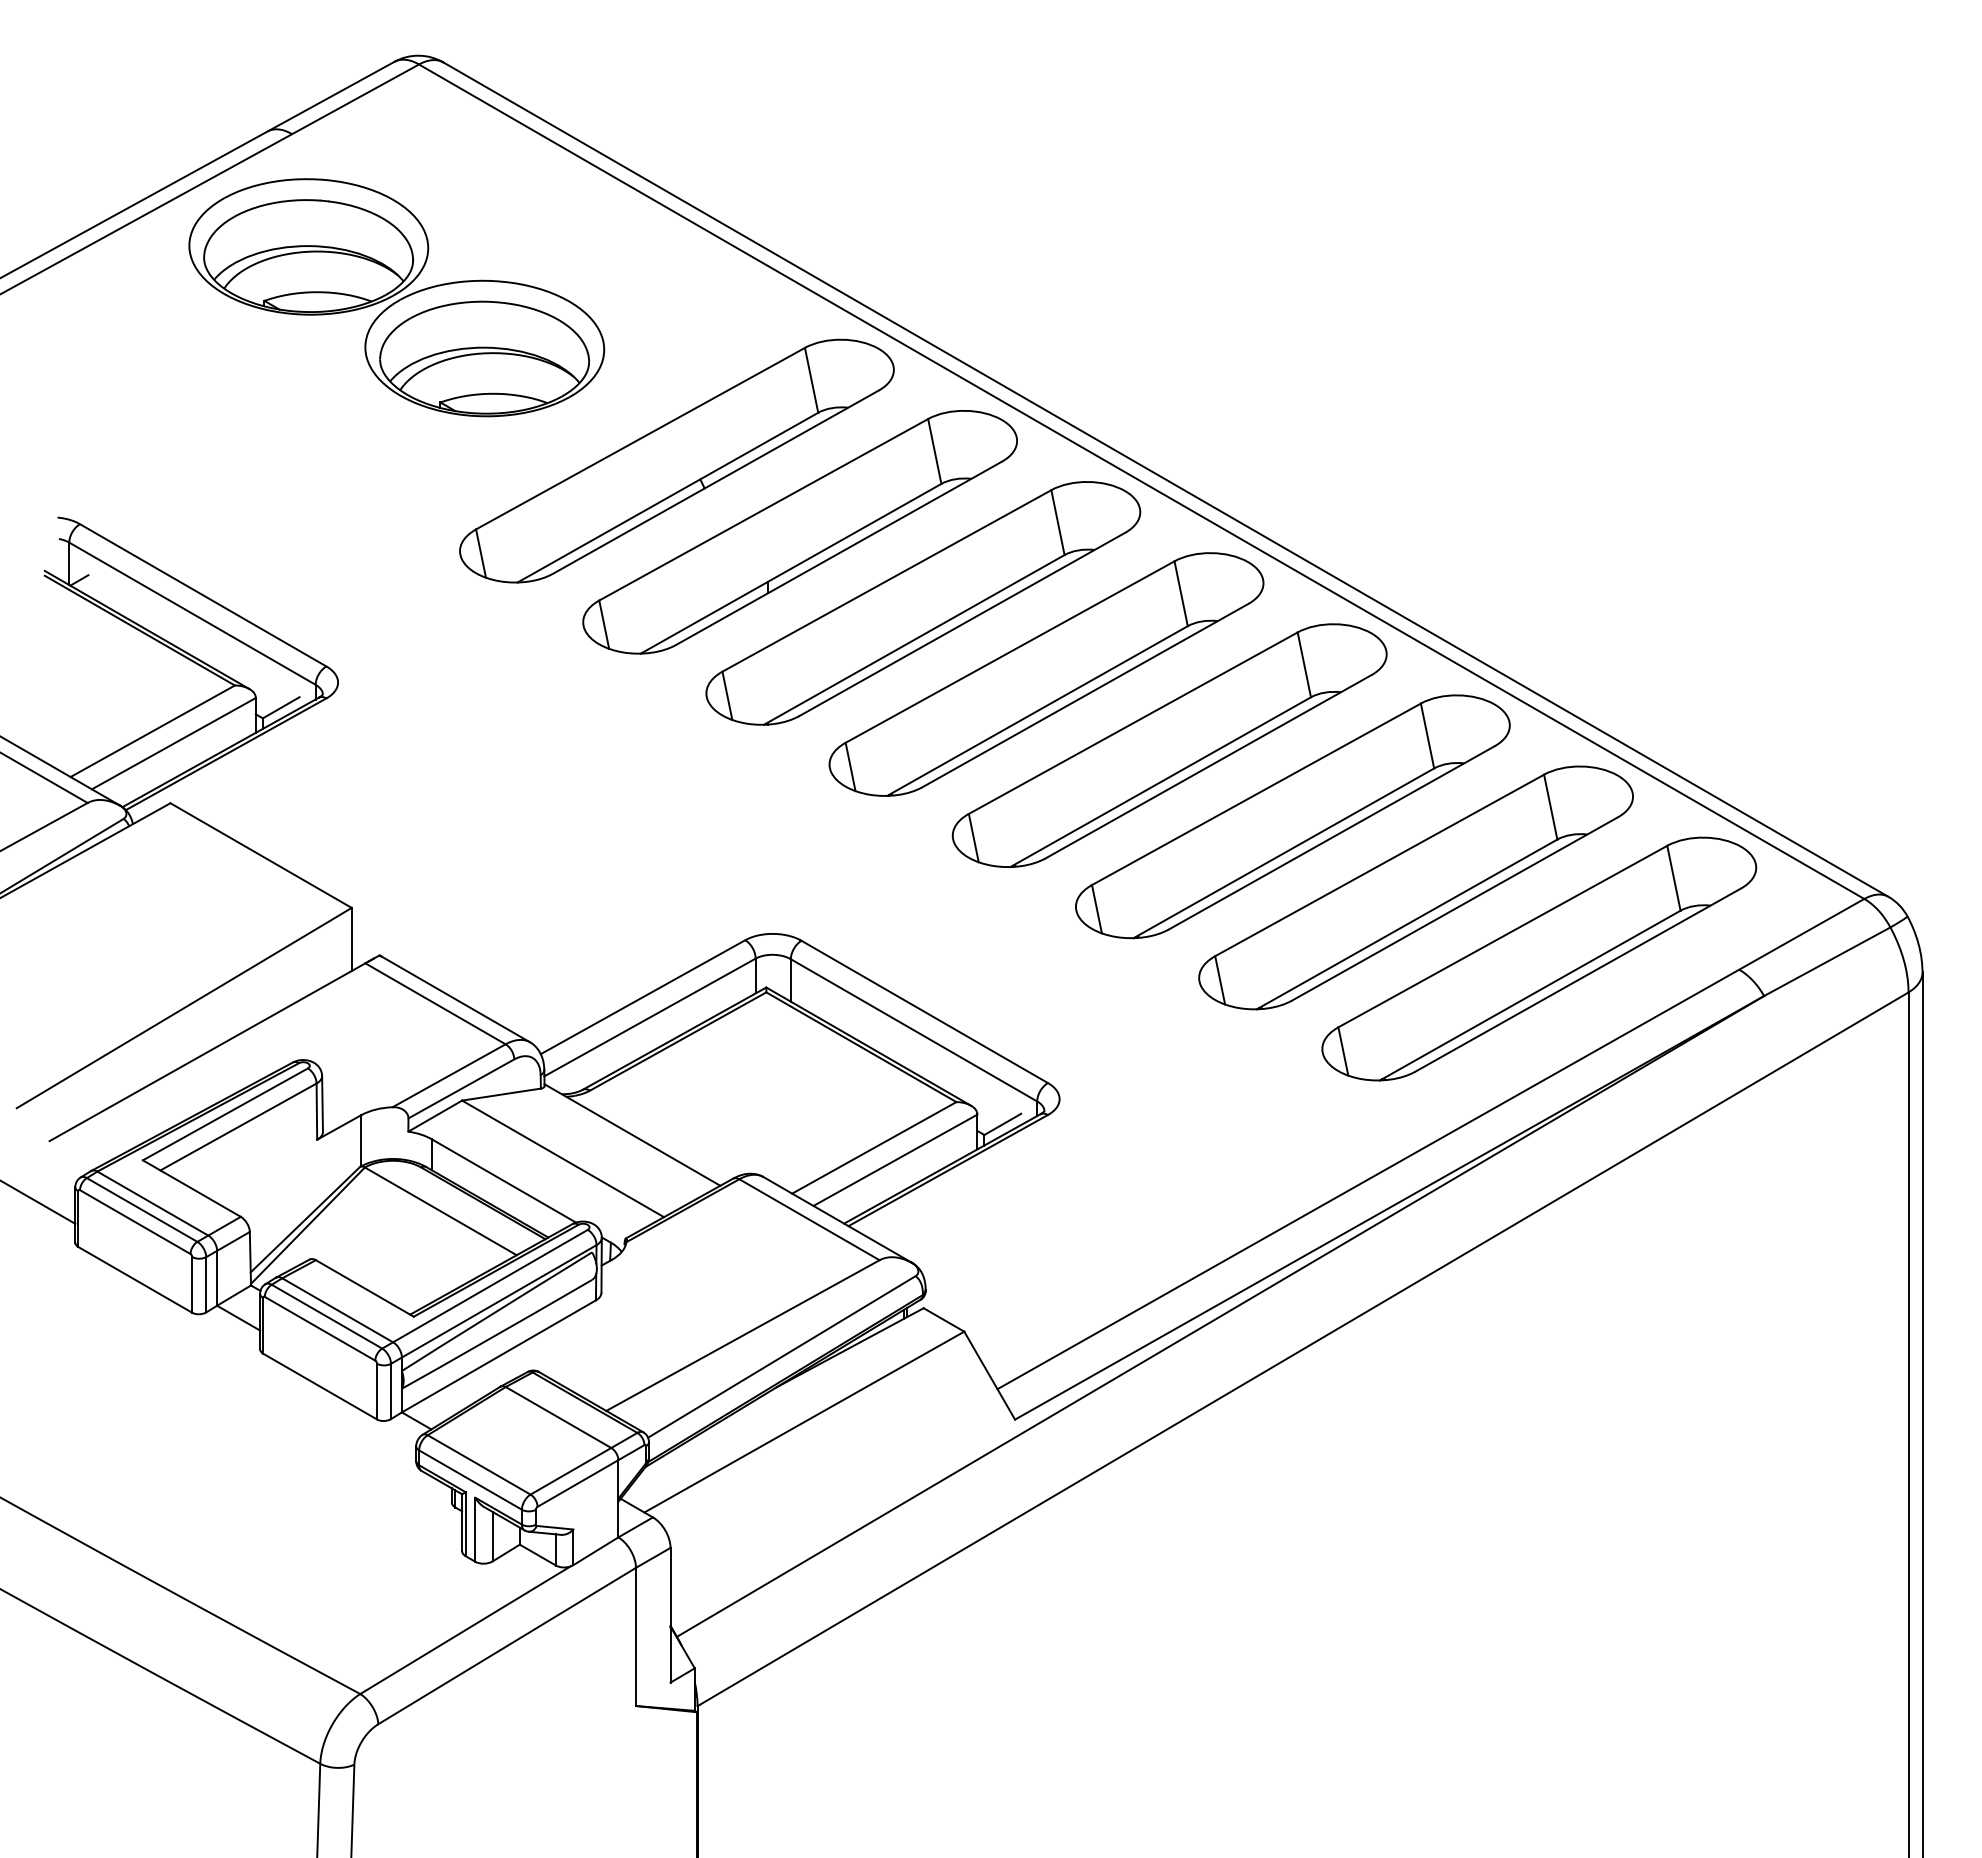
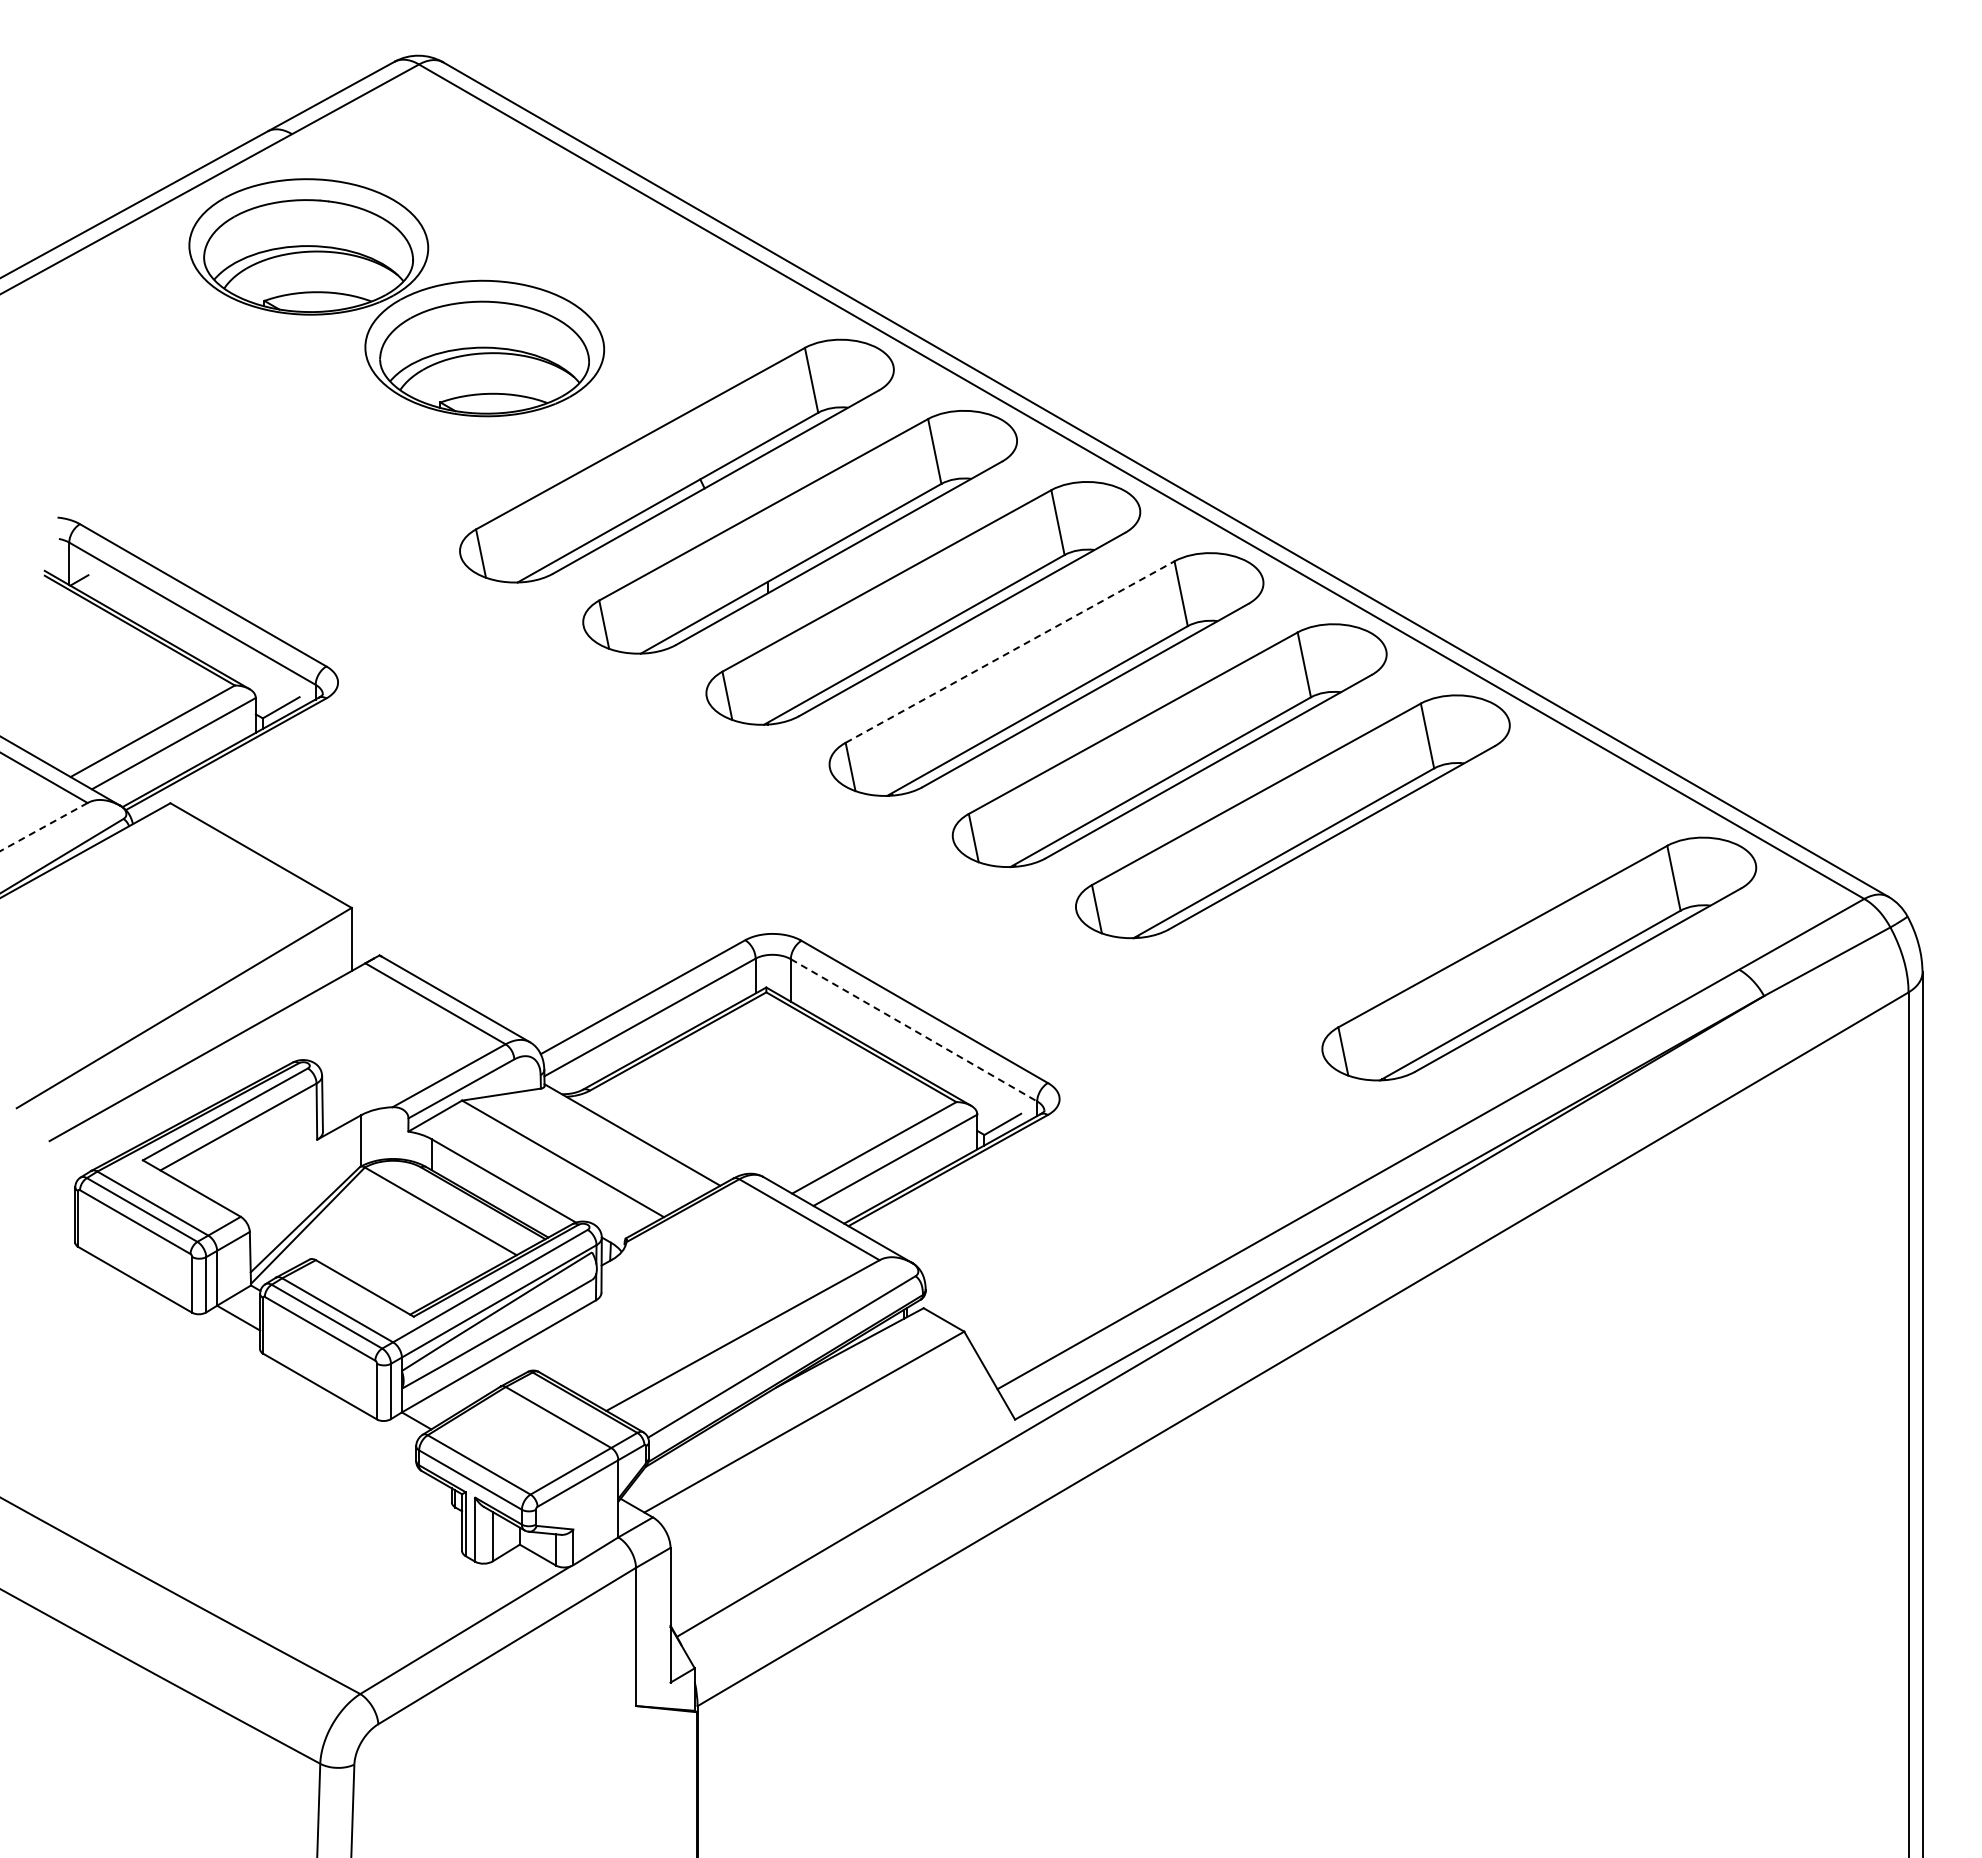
line at (1010, 652): solid -> dashed
line at (44, 827): solid -> dashed
part at (1415, 887): present -> none
line at (914, 1030): solid -> dashed
line at (38, 1202): present -> none
